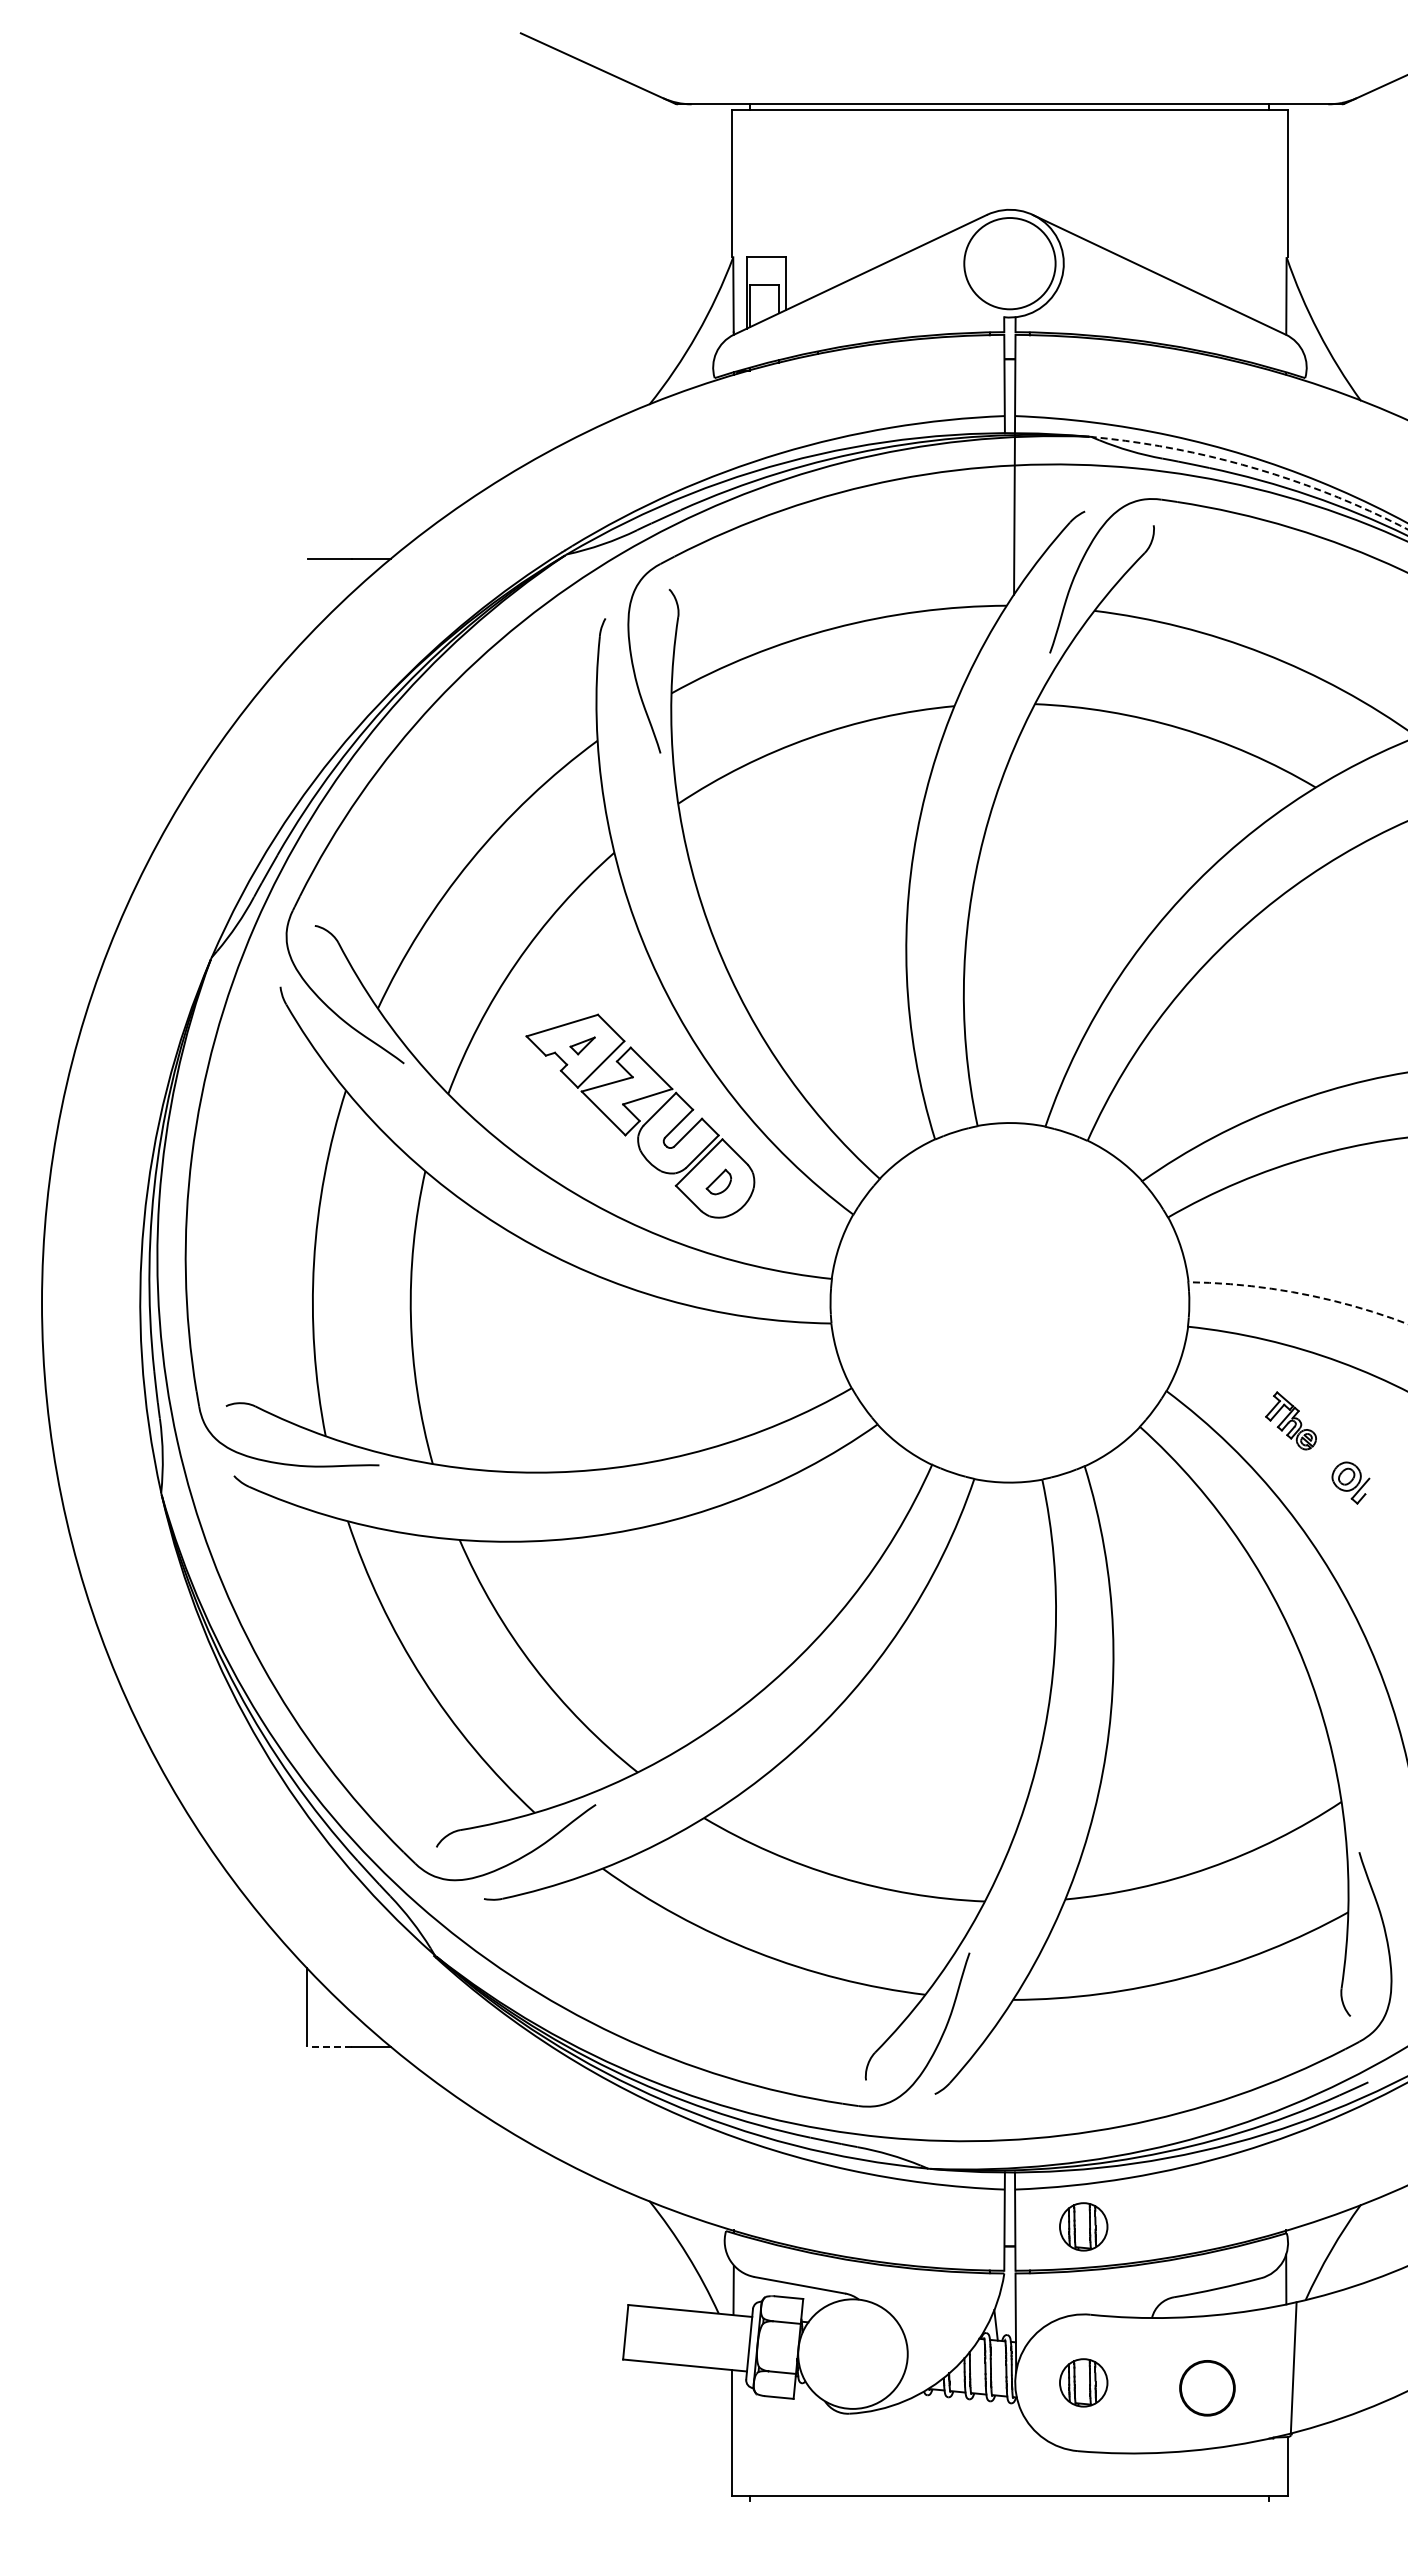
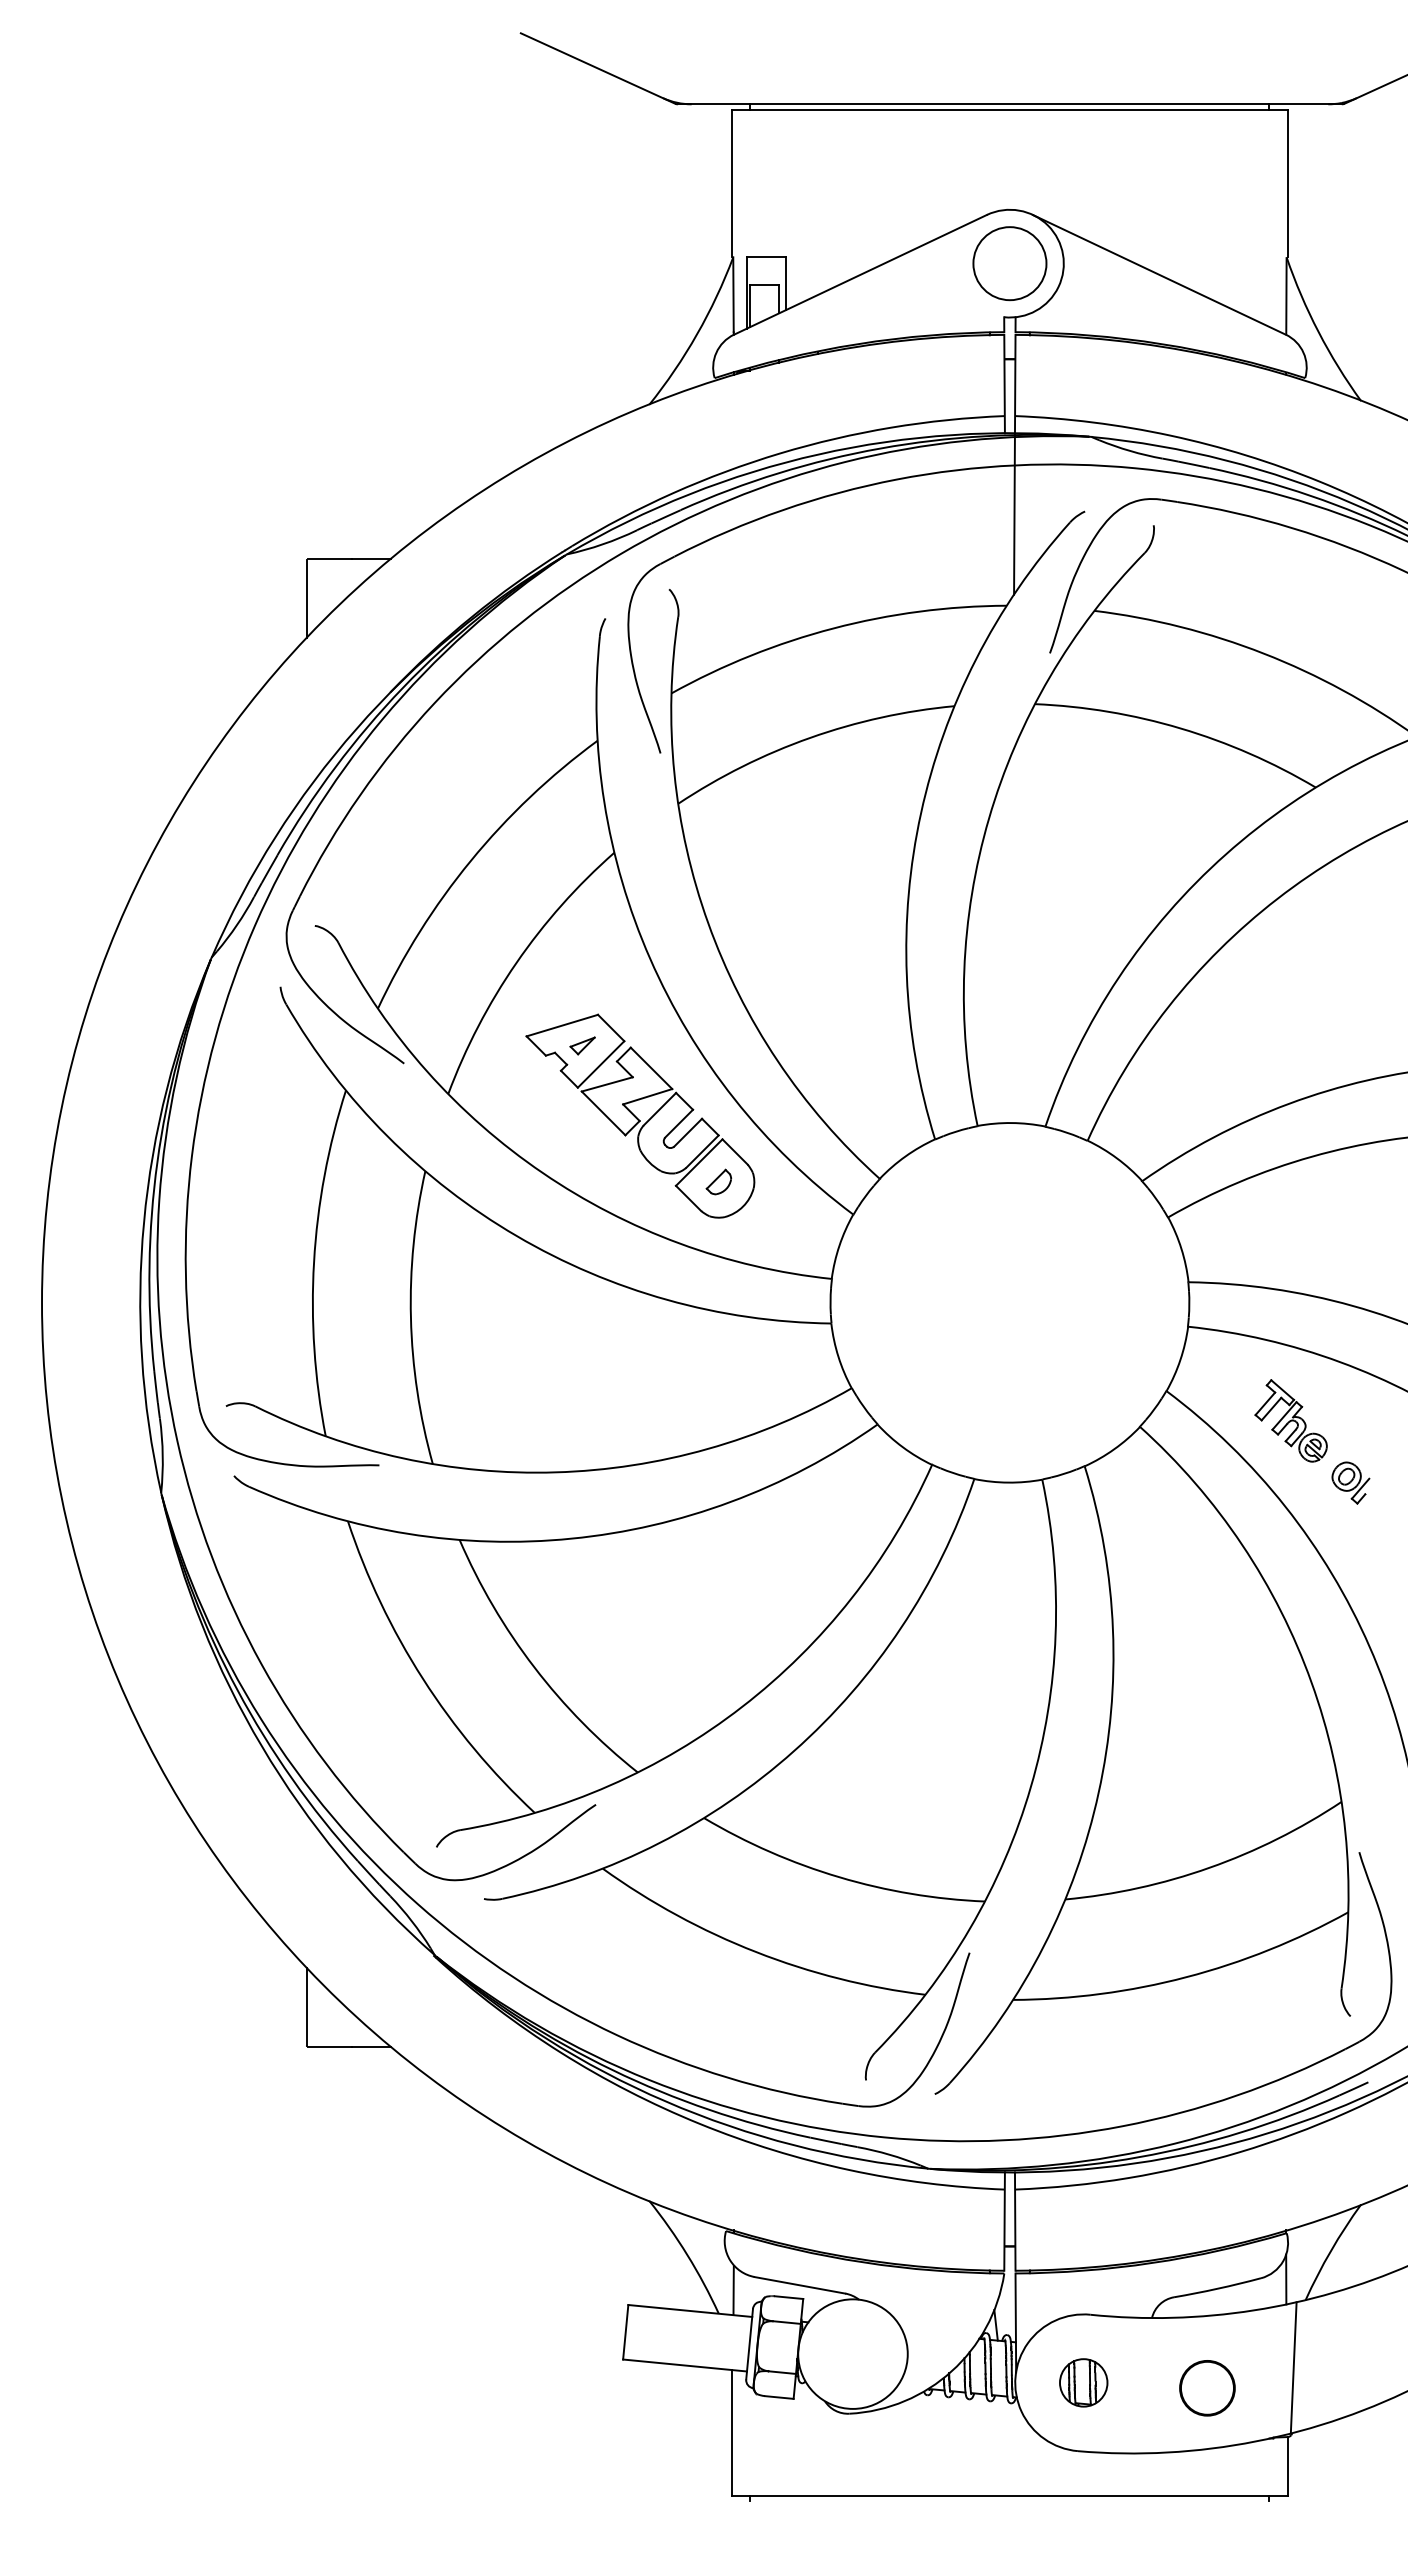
circle at (1009, 263) diameter: 91 px -> 73 px
arc at (1250, 467): dashed -> solid
line at (306, 598): none -> present
arc at (1300, 1293): dashed -> solid
part at (1290, 1420) size: 52x60 px -> 74x84 px
line at (329, 2047): dashed -> solid
part at (1083, 2226): present -> none
